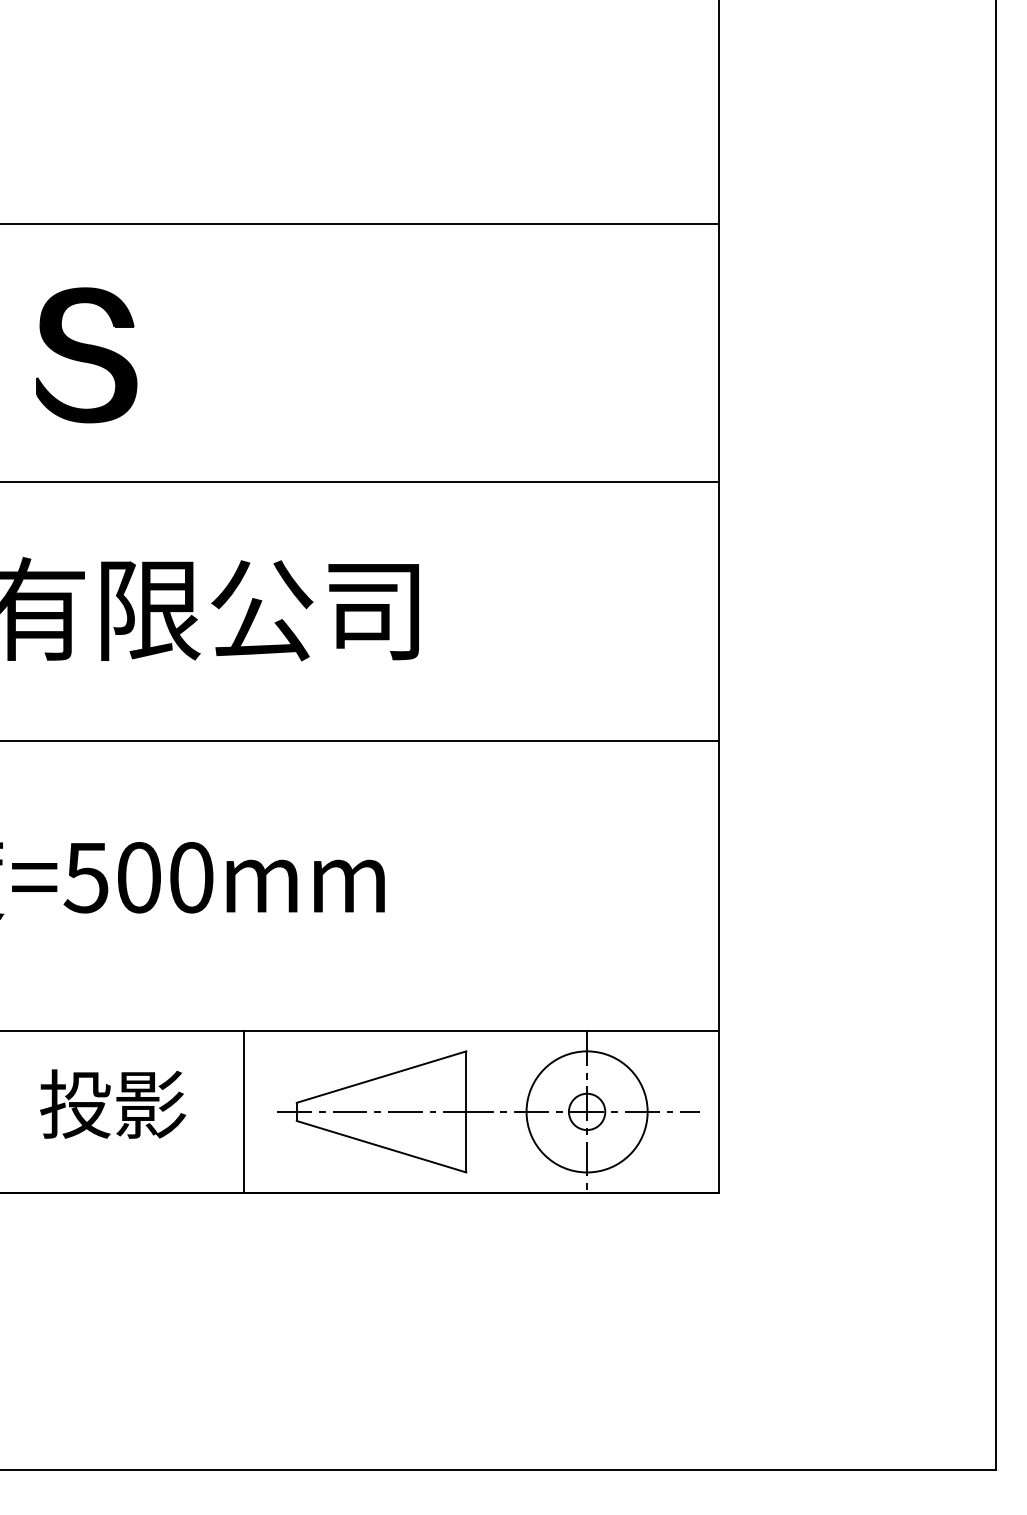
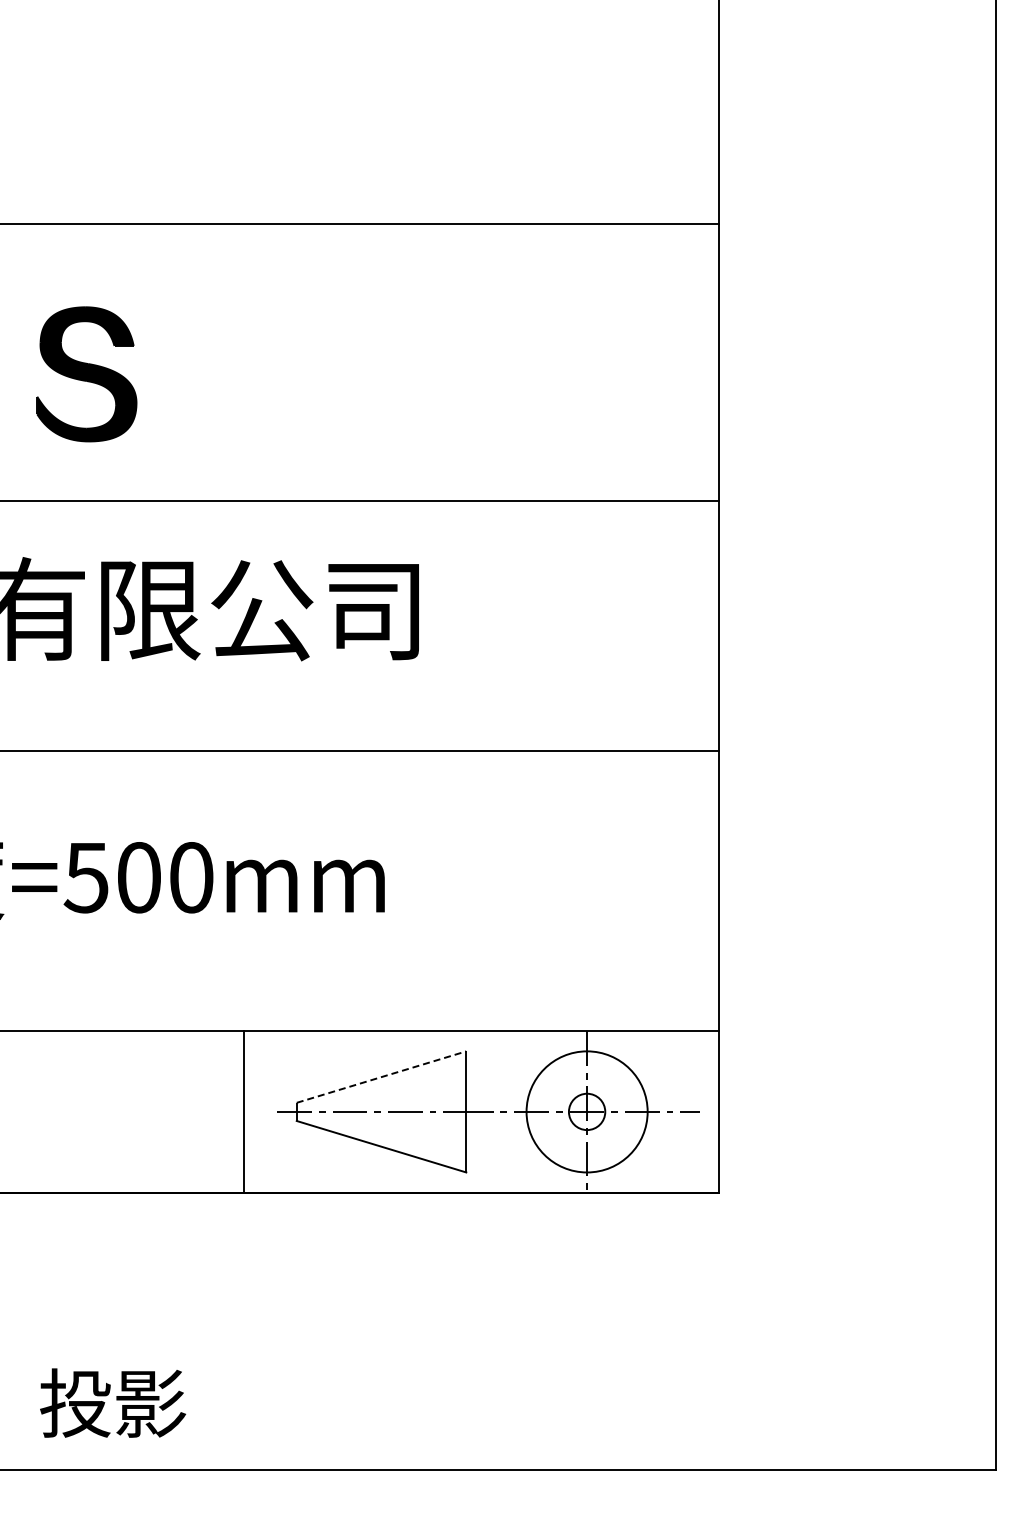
part at (86, 355) position: (86, 355) -> (86, 374)
line at (360, 482) position: (360, 482) -> (360, 501)
line at (360, 740) position: (360, 740) -> (360, 750)
line at (381, 1077): solid -> dashed
text at (113, 1103) position: (113, 1103) -> (113, 1402)
